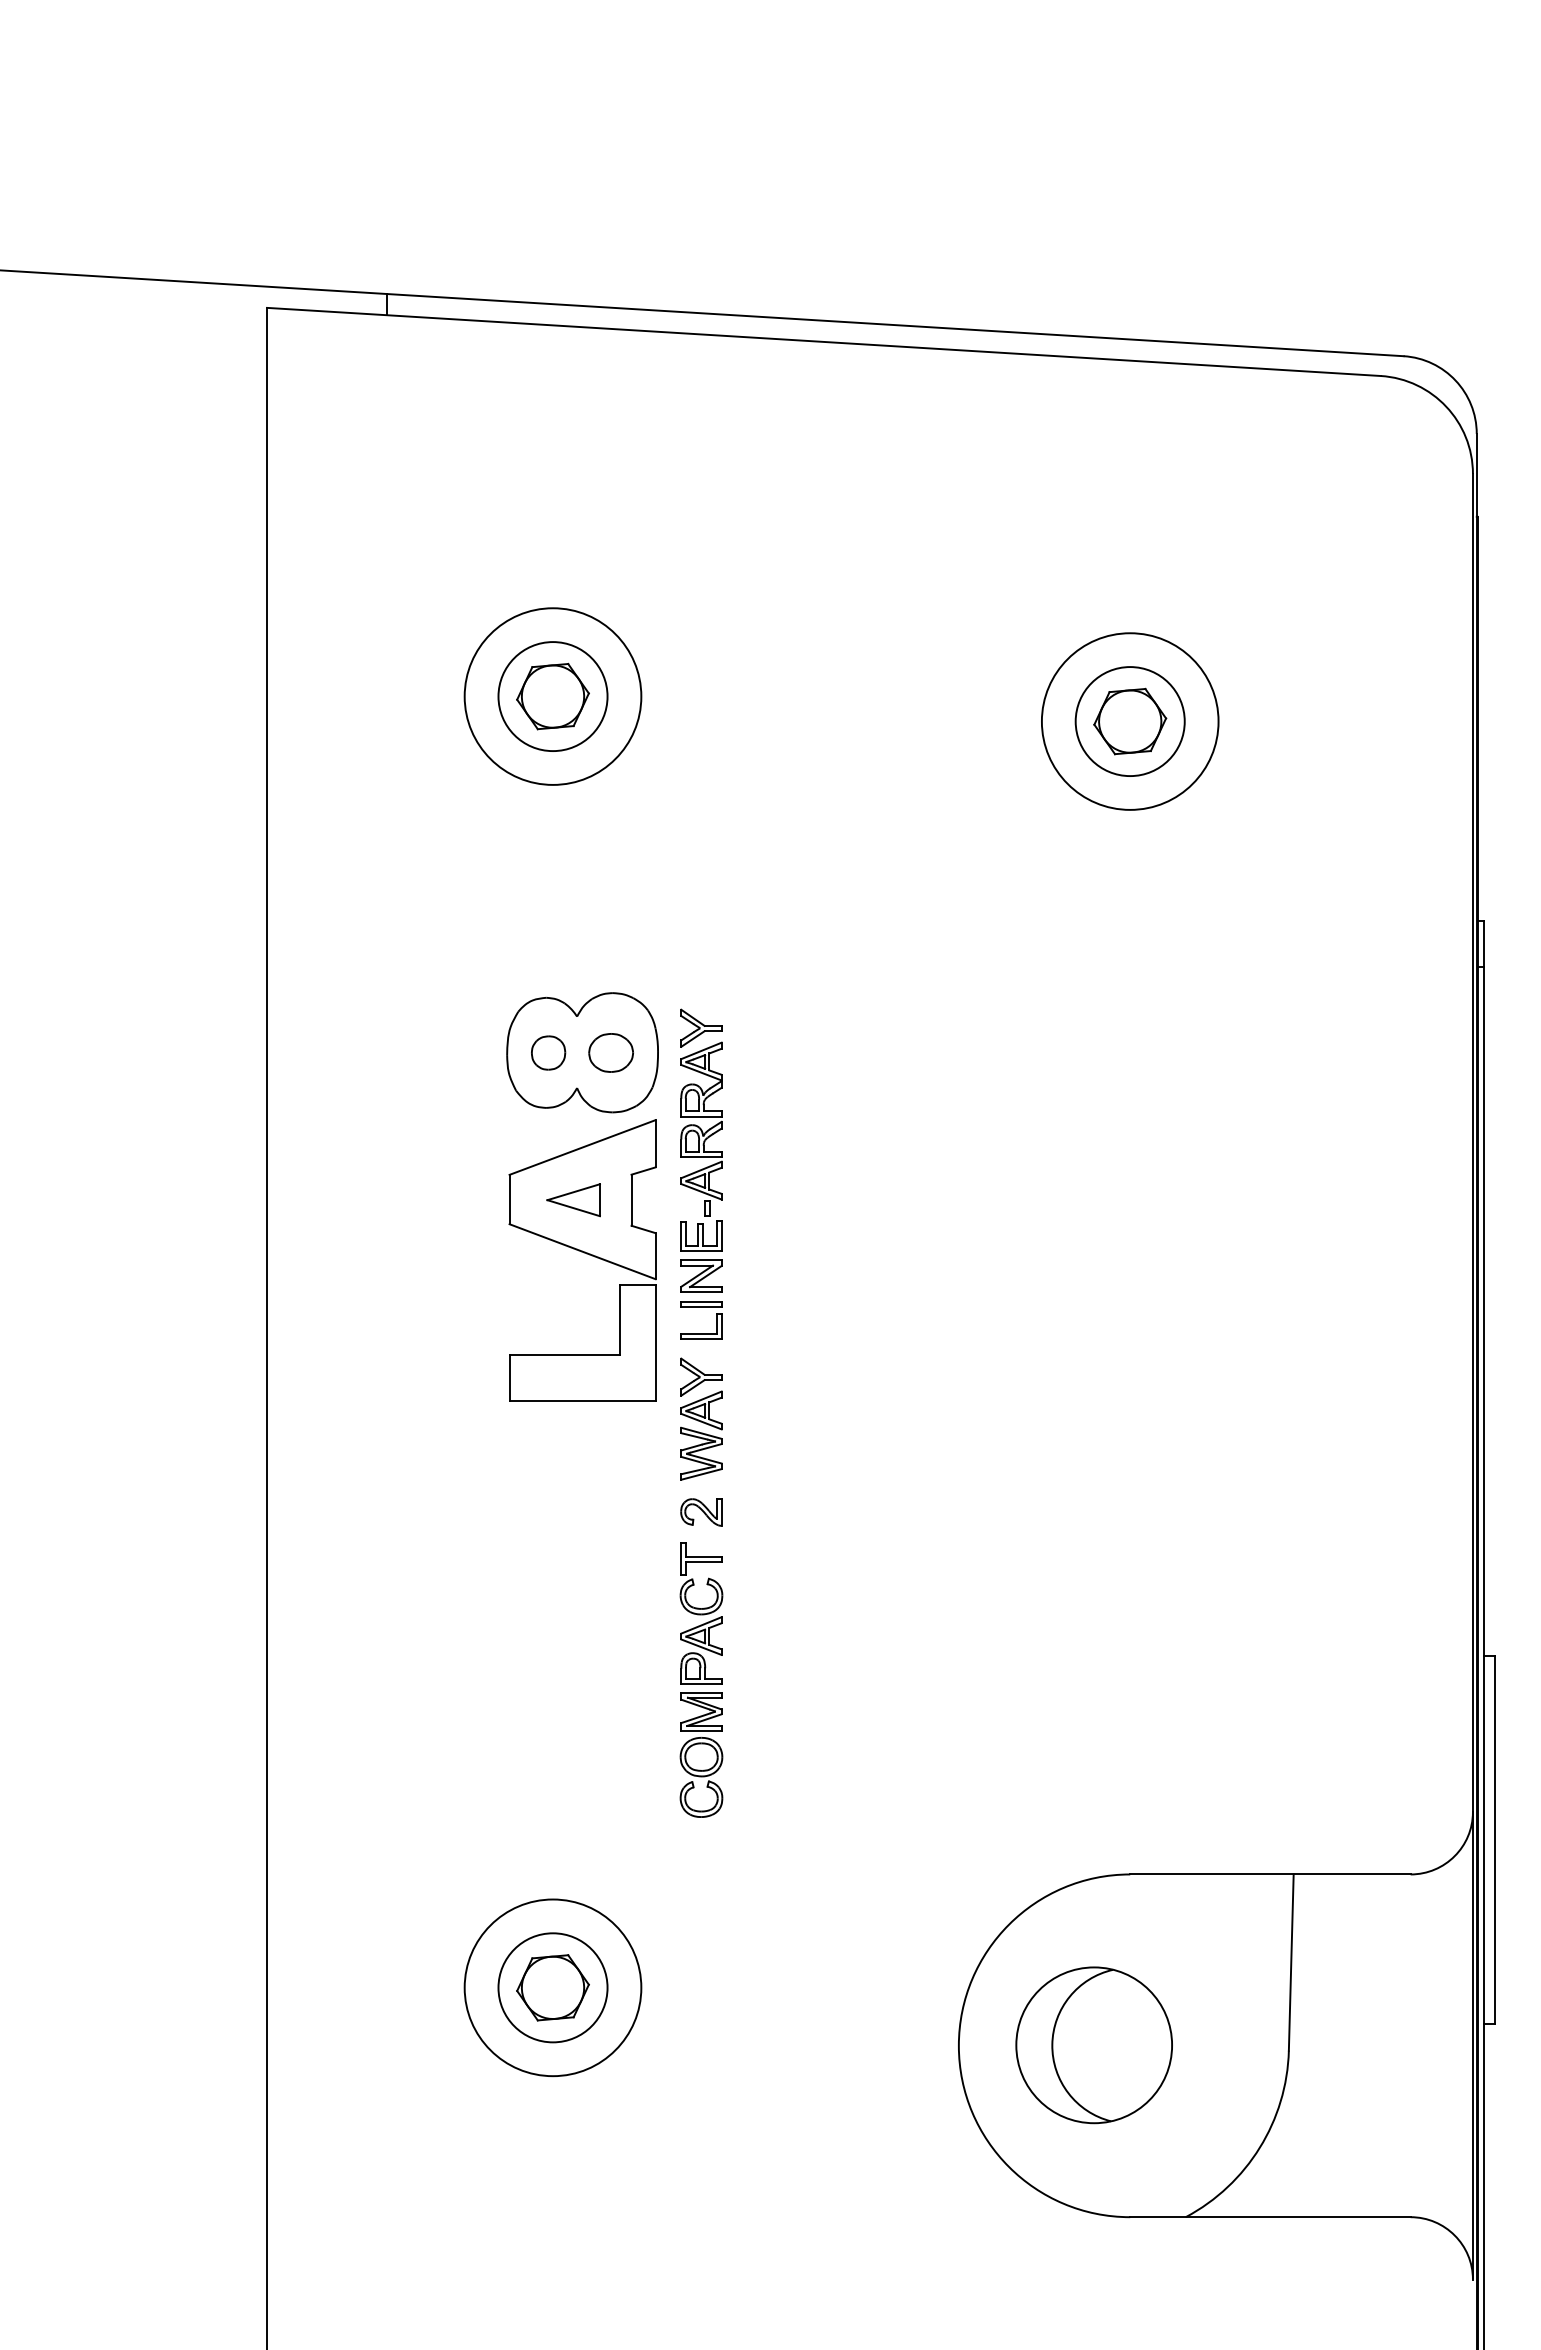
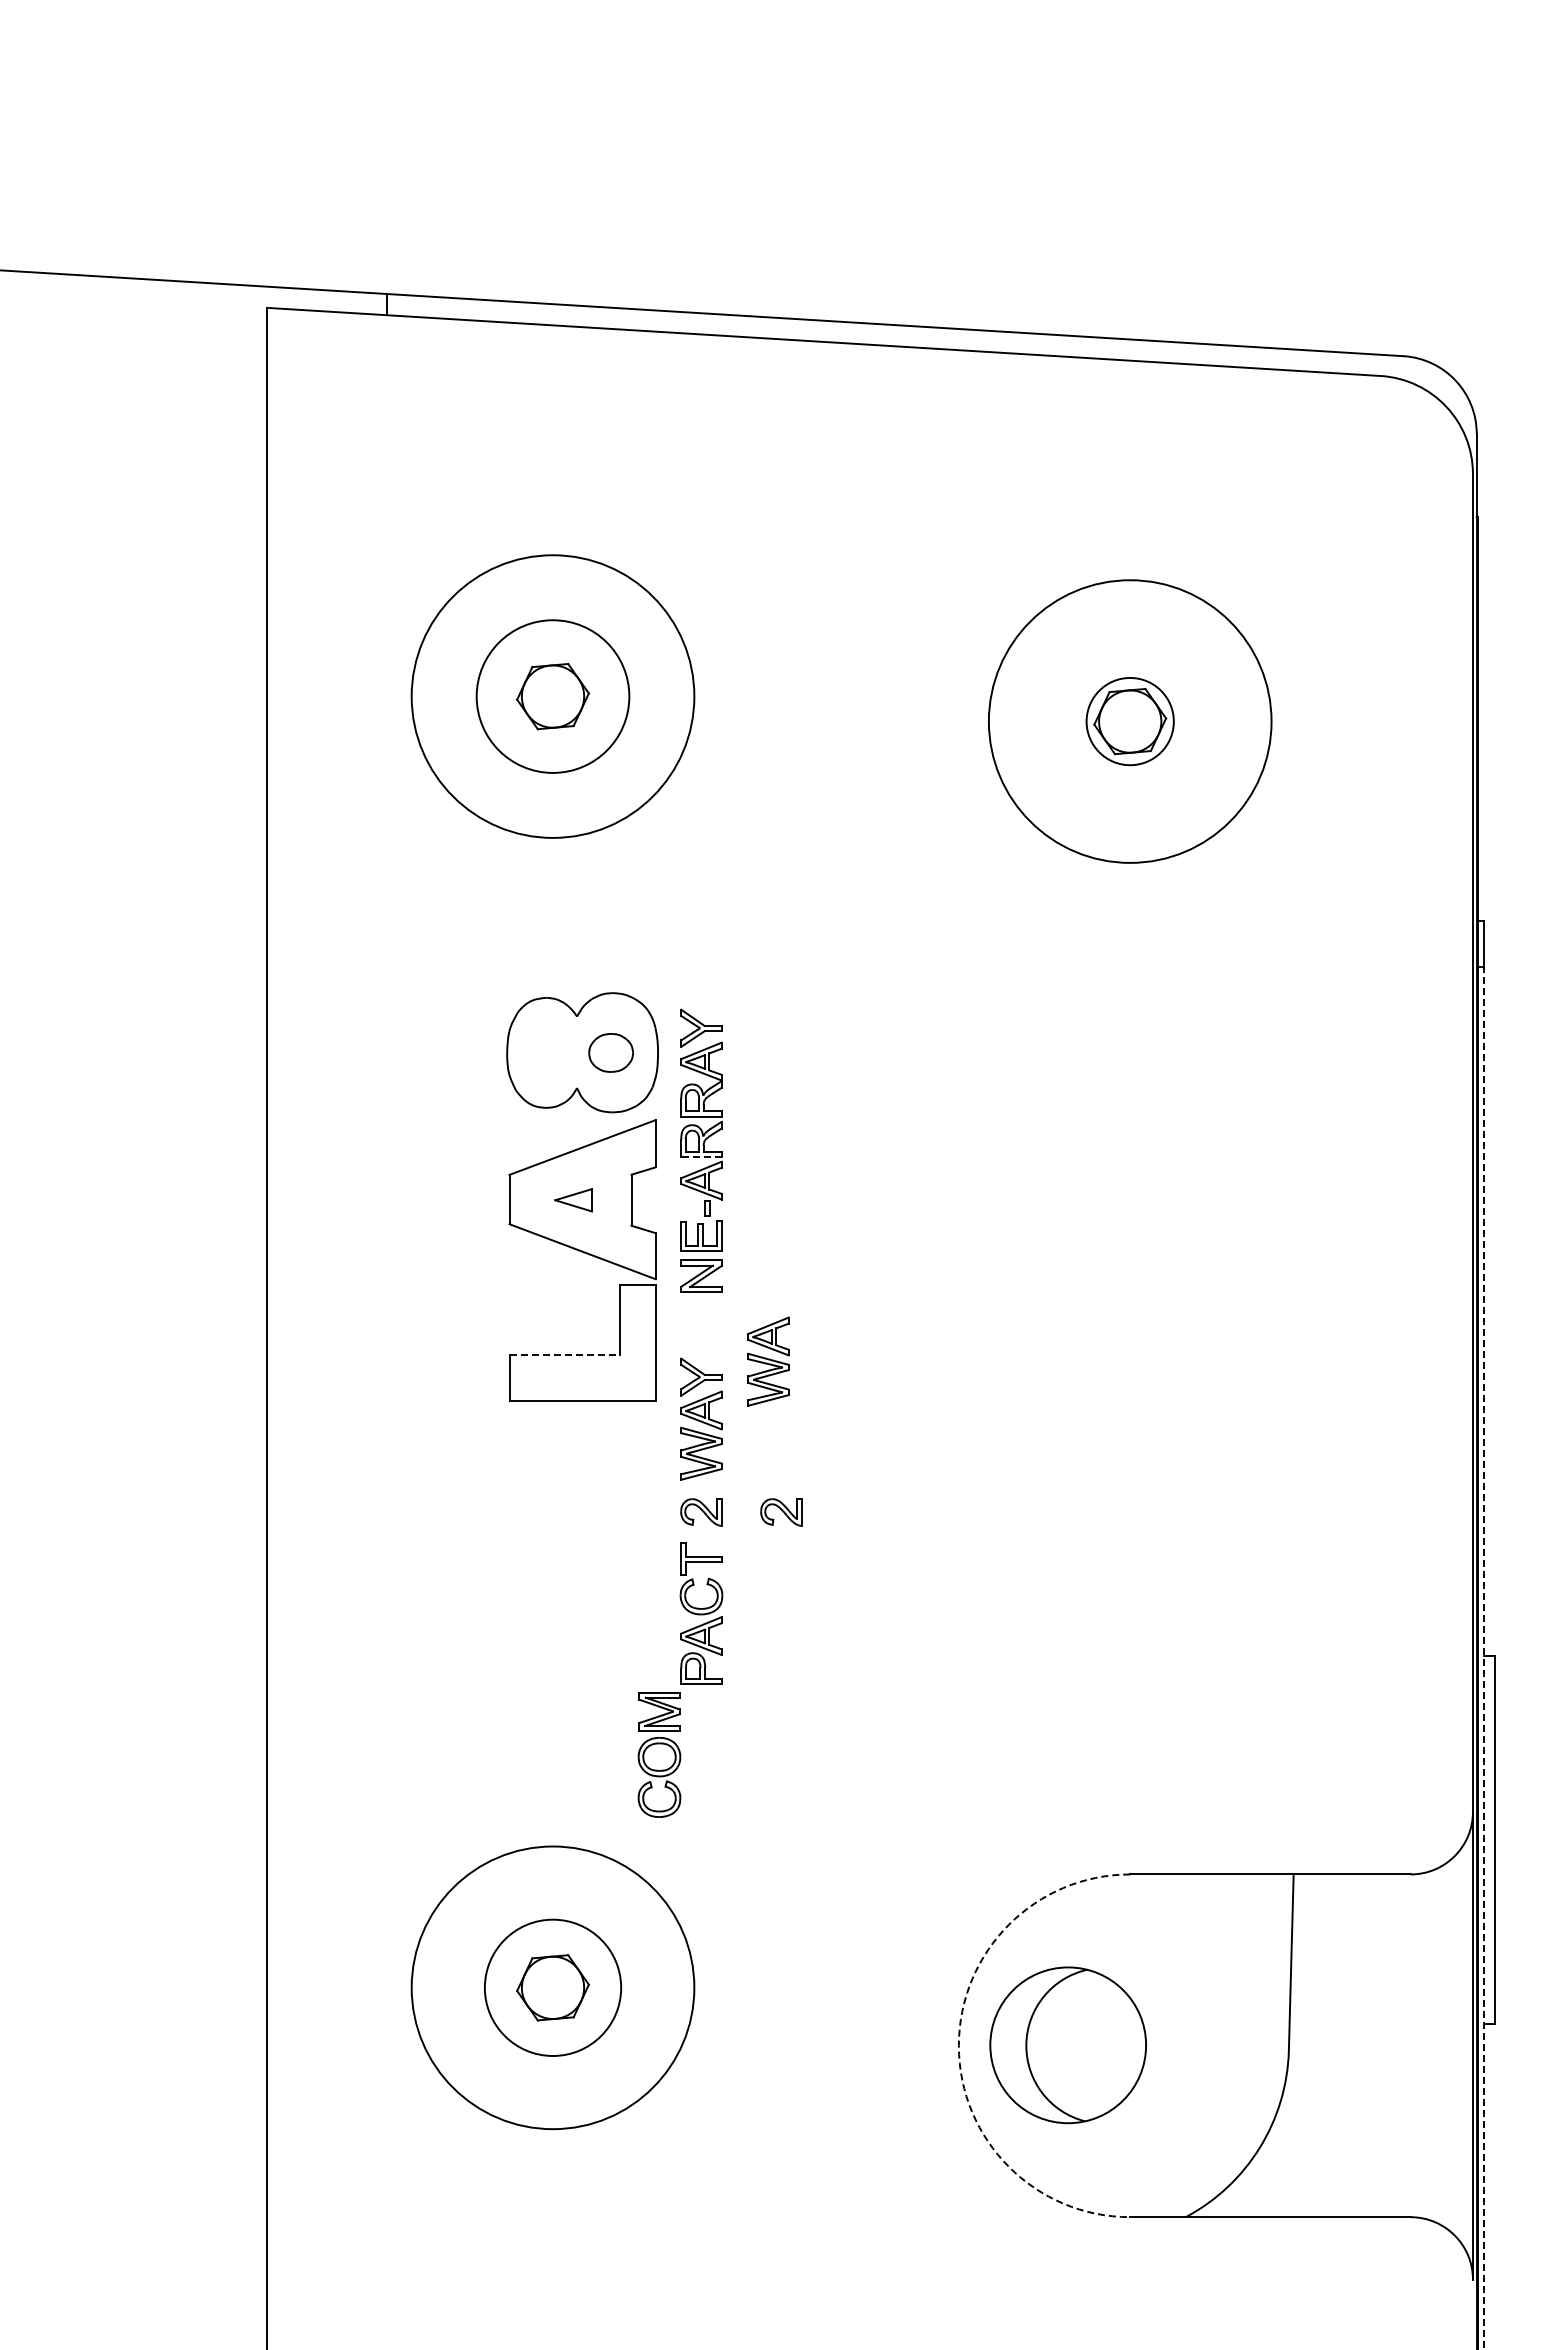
circle at (552, 696) diameter: 109 px -> 153 px
circle at (552, 696) diameter: 177 px -> 283 px
circle at (1129, 721) diameter: 109 px -> 87 px
circle at (1129, 721) diameter: 177 px -> 283 px
part at (548, 1052): present -> none
line at (701, 1157): solid -> dashed
part at (573, 1200) size: 55x35 px -> 39x25 px
part at (701, 1307): present -> none
line at (565, 1355): solid -> dashed
part at (768, 1361): none -> present
part at (781, 1512): none -> present
line at (1483, 1658): solid -> dashed
part at (701, 1754) position: (701, 1754) -> (659, 1754)
circle at (552, 1987) diameter: 109 px -> 136 px
circle at (552, 1987) diameter: 177 px -> 283 px
arc at (958, 2045): solid -> dashed
part at (1093, 2045) position: (1093, 2045) -> (1067, 2045)
